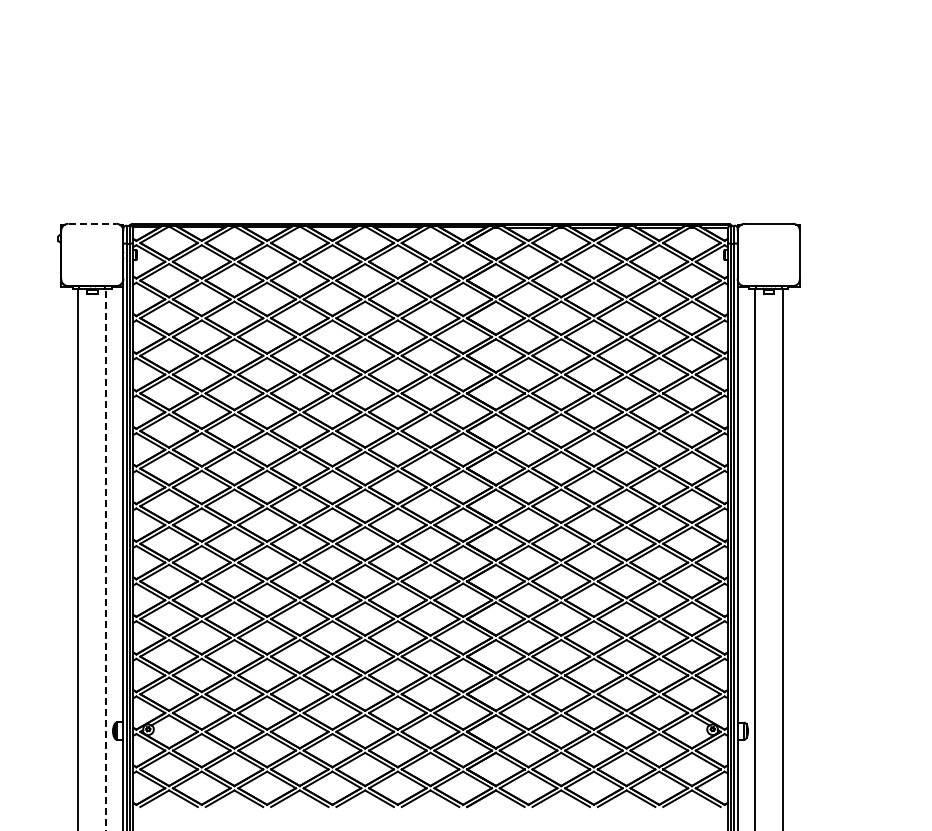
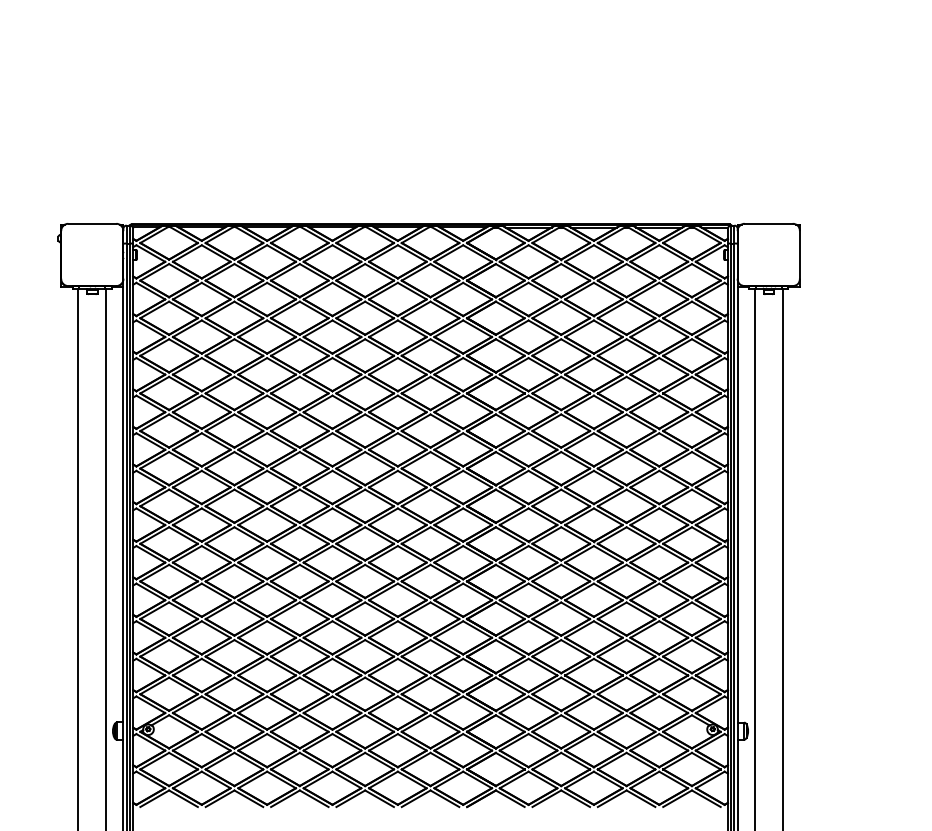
line at (92, 223): dashed -> solid
line at (106, 559): dashed -> solid
